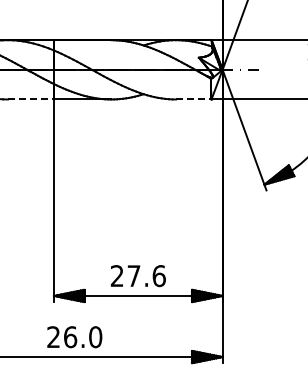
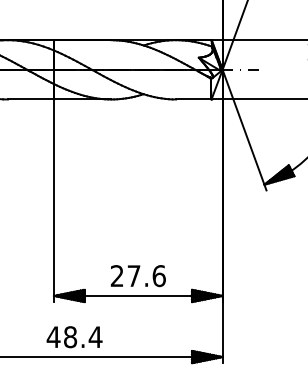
line at (30, 99): dashed -> solid
line at (193, 99): dashed -> solid
text at (74, 337): 26.0 -> 48.4
